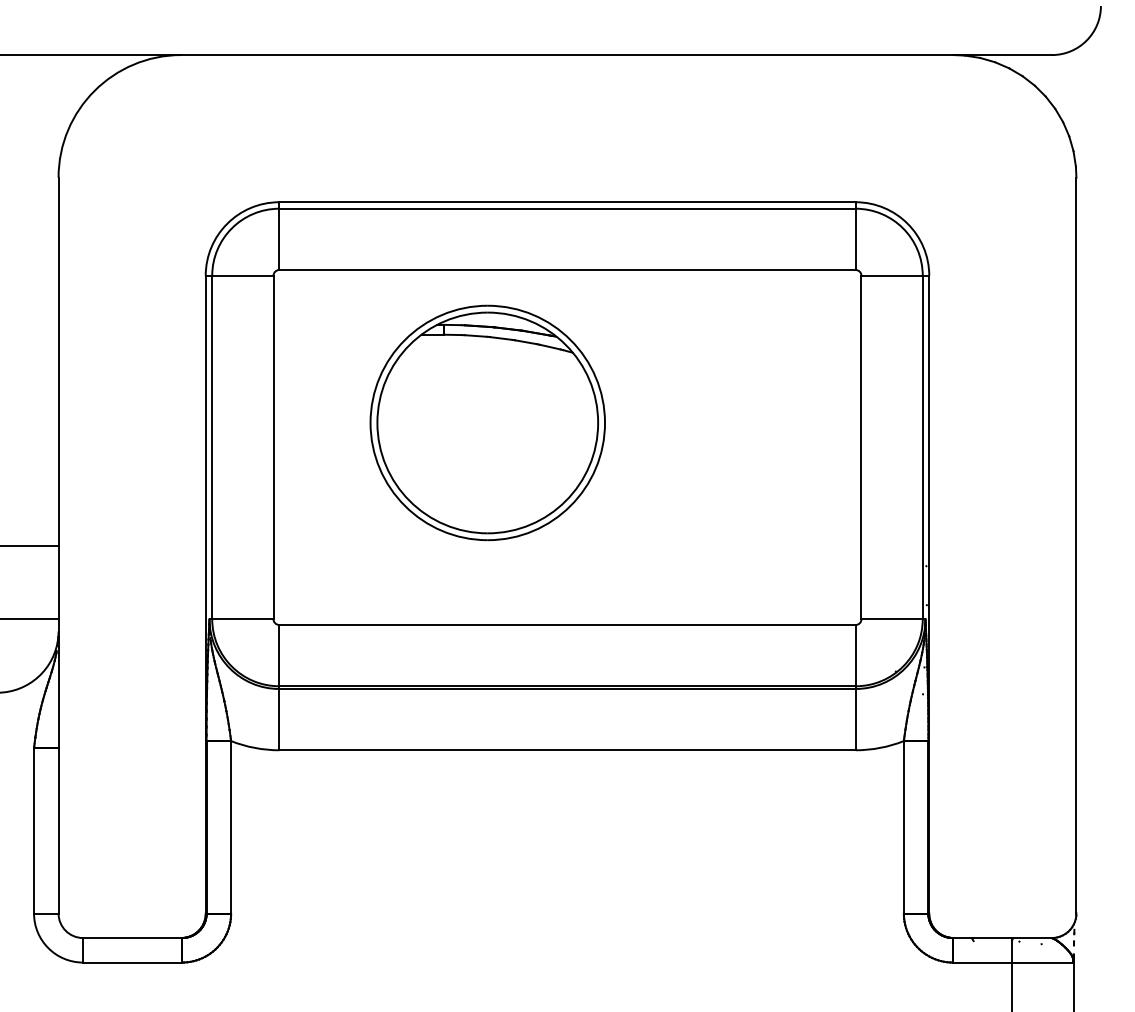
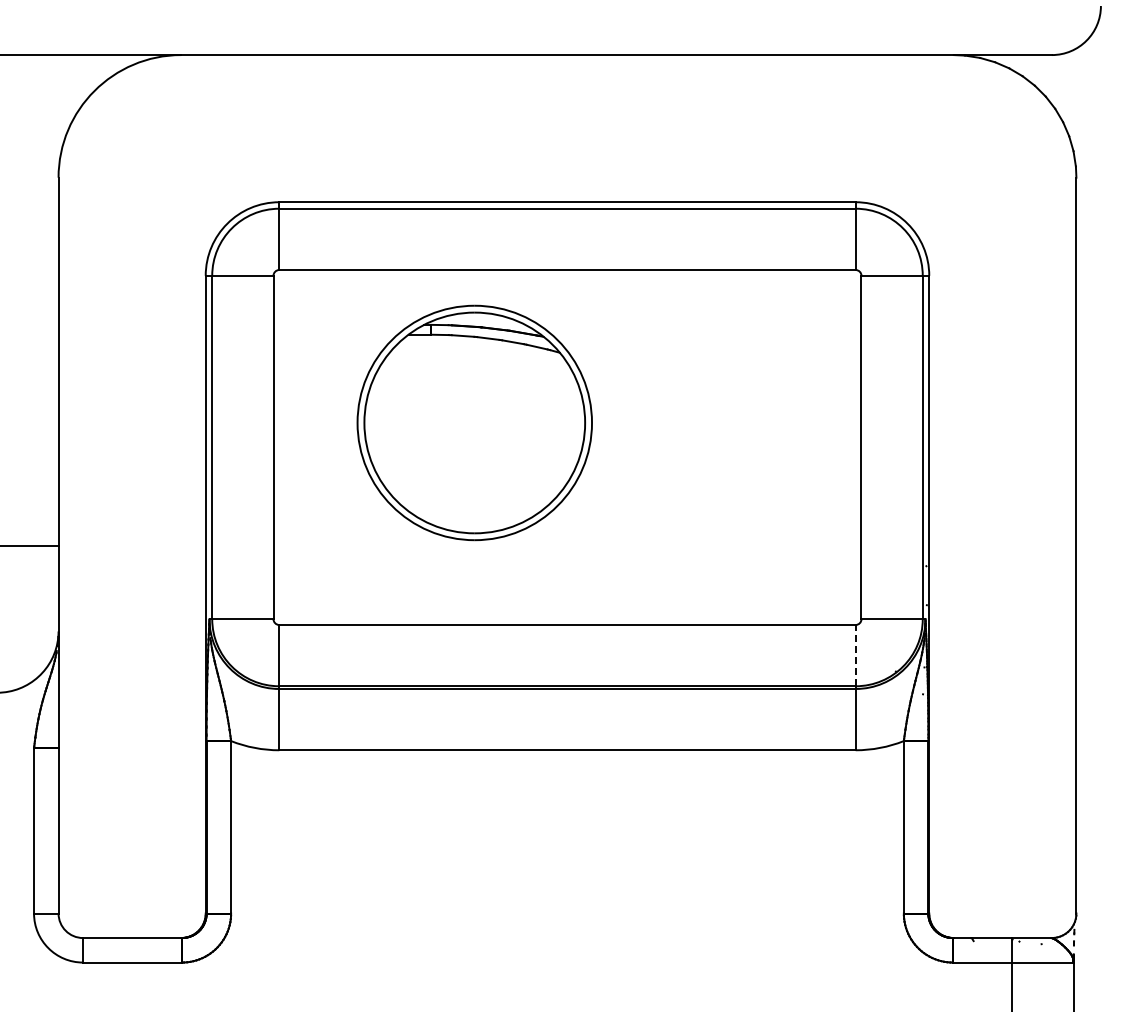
part at (487, 422) position: (487, 422) -> (474, 422)
line at (30, 619): present -> none
line at (855, 655): solid -> dashed
